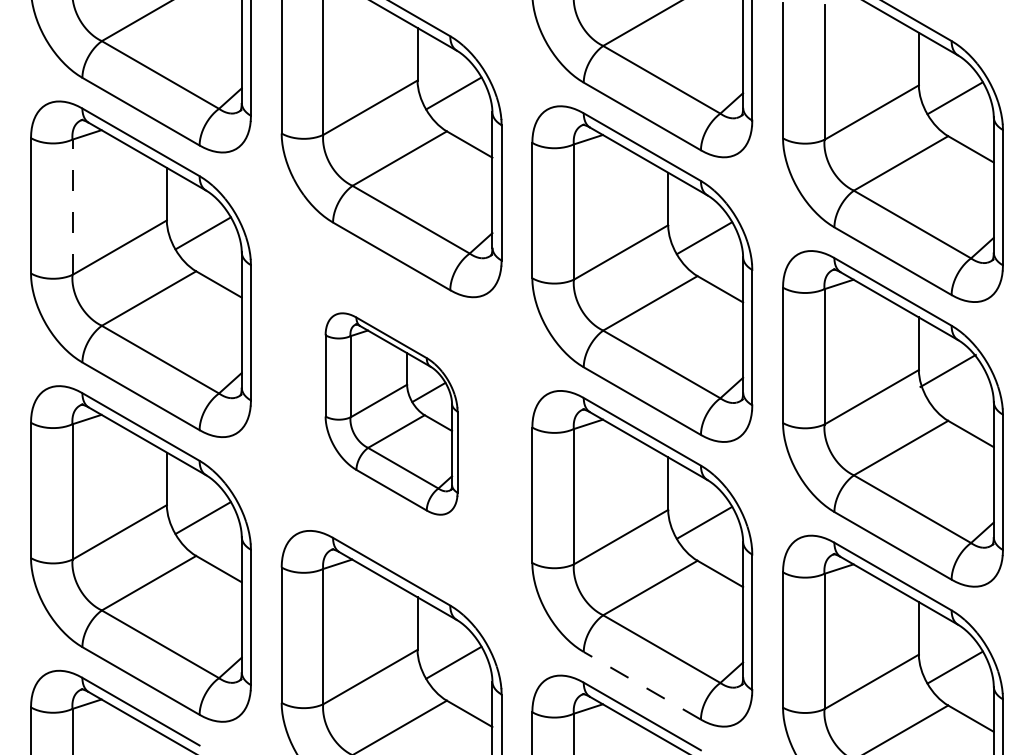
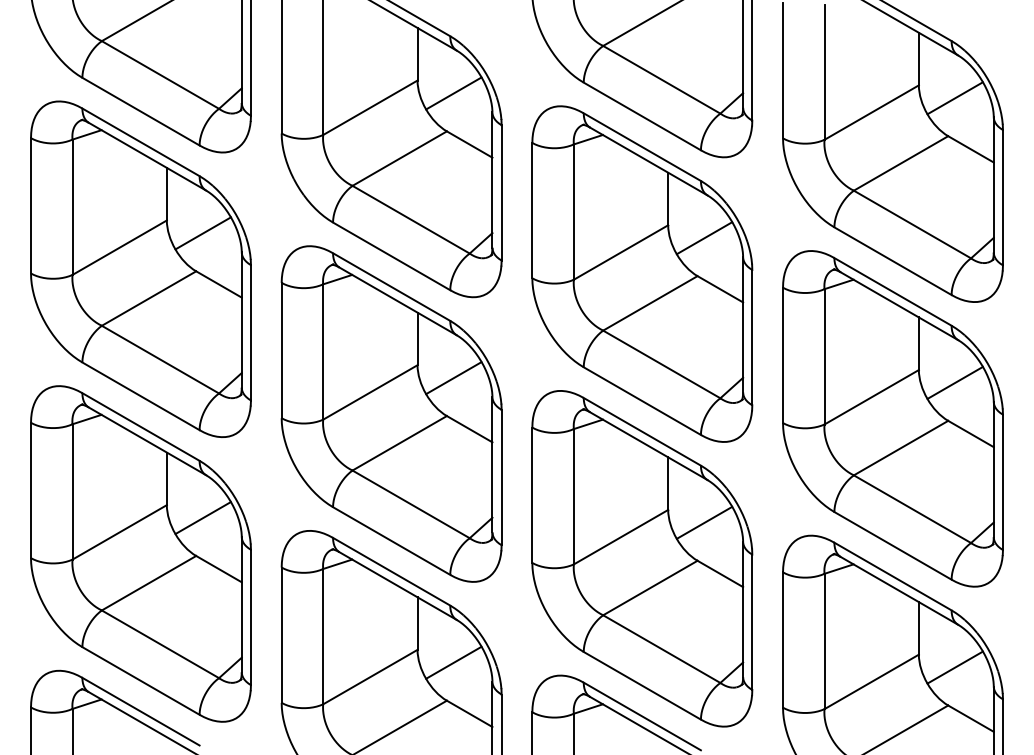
line at (72, 207): dashed -> solid
line at (947, 370) position: (947, 370) -> (954, 382)
part at (391, 413) size: 135x204 px -> 223x338 px
line at (642, 685): dashed -> solid
